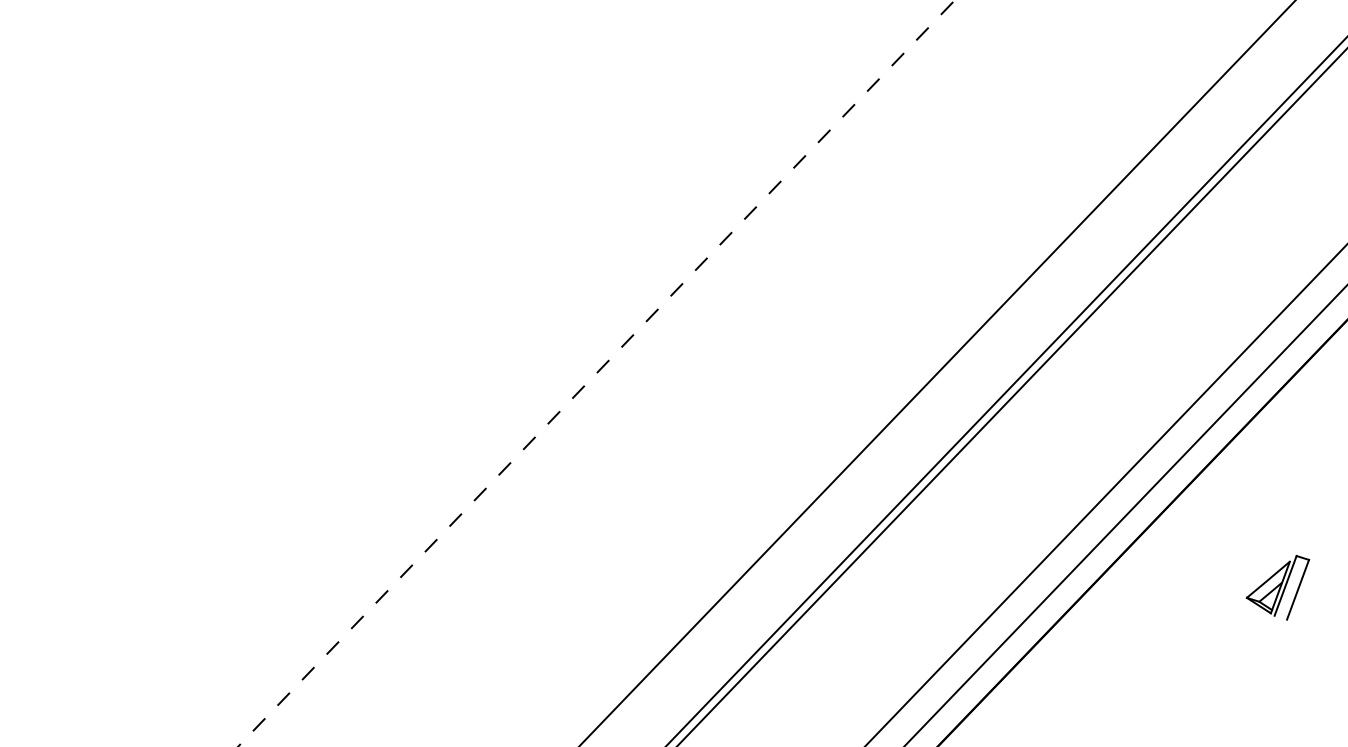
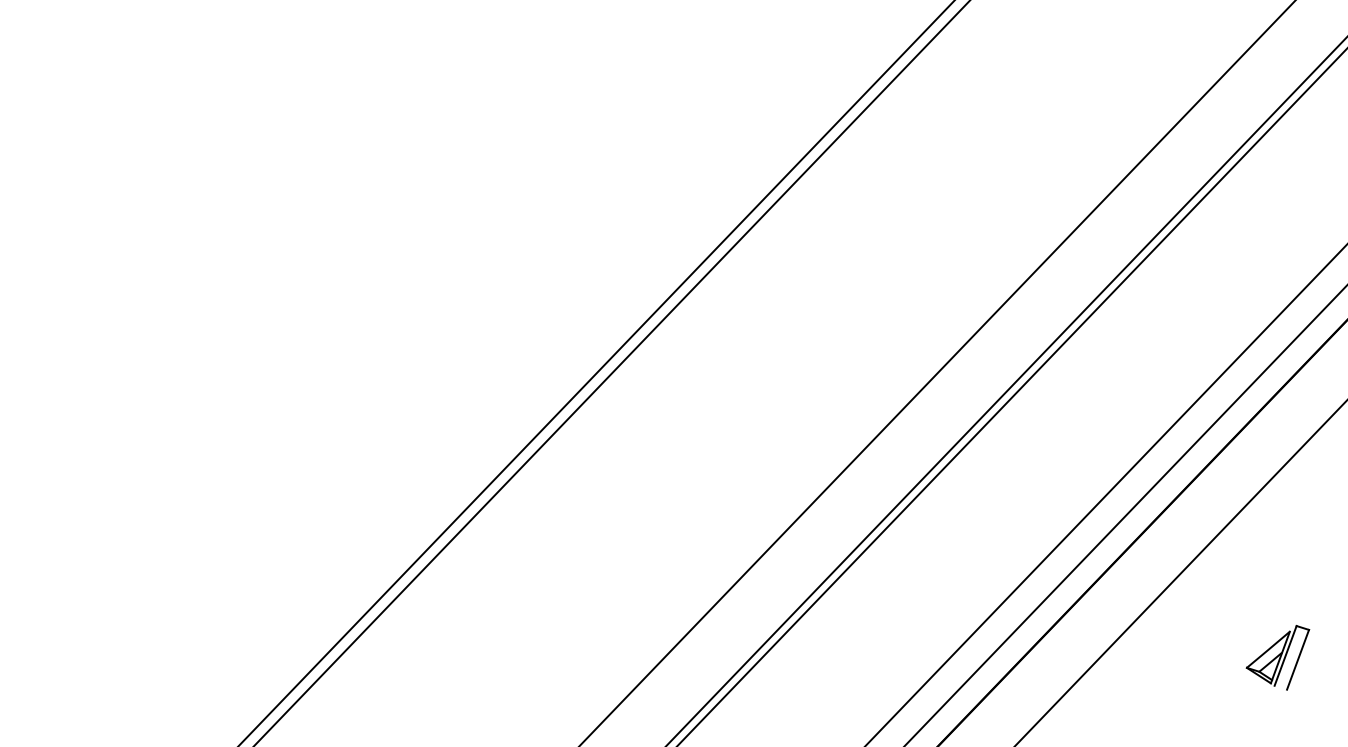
line at (612, 372): none -> present
line at (596, 373): dashed -> solid
line at (1180, 572): none -> present
part at (1277, 587) position: (1277, 587) -> (1277, 657)
